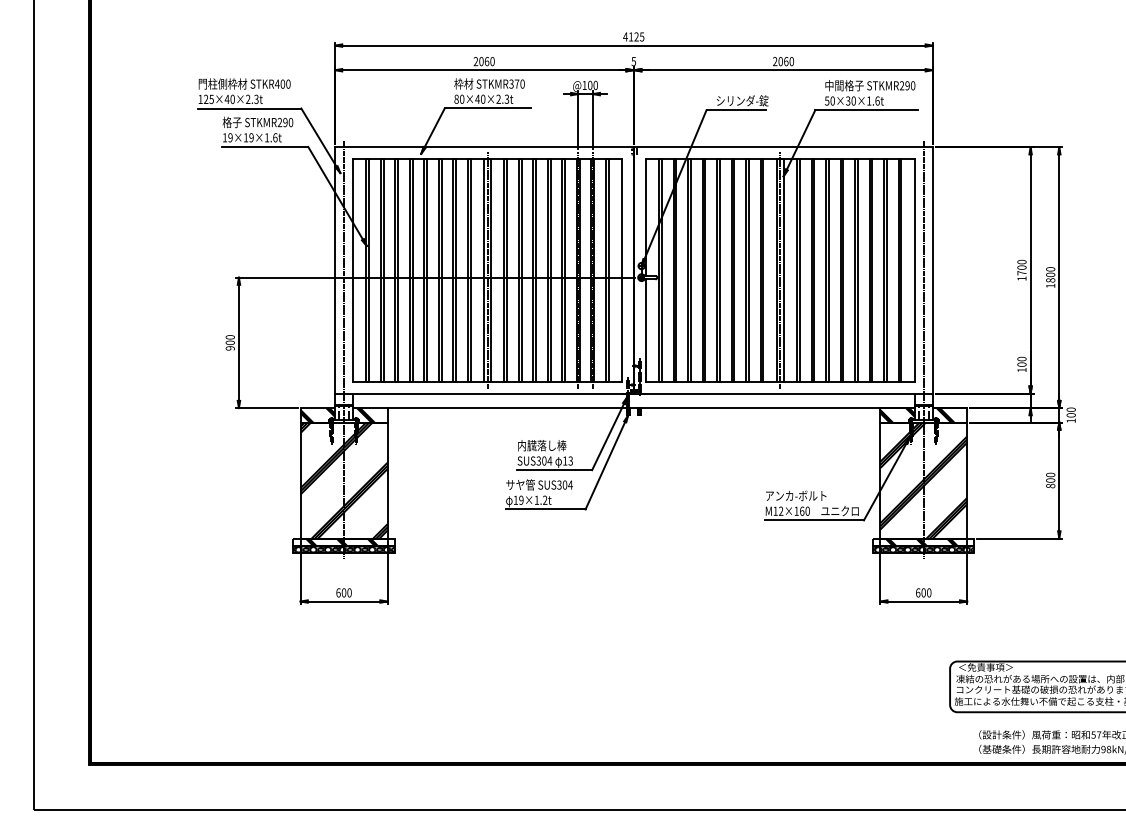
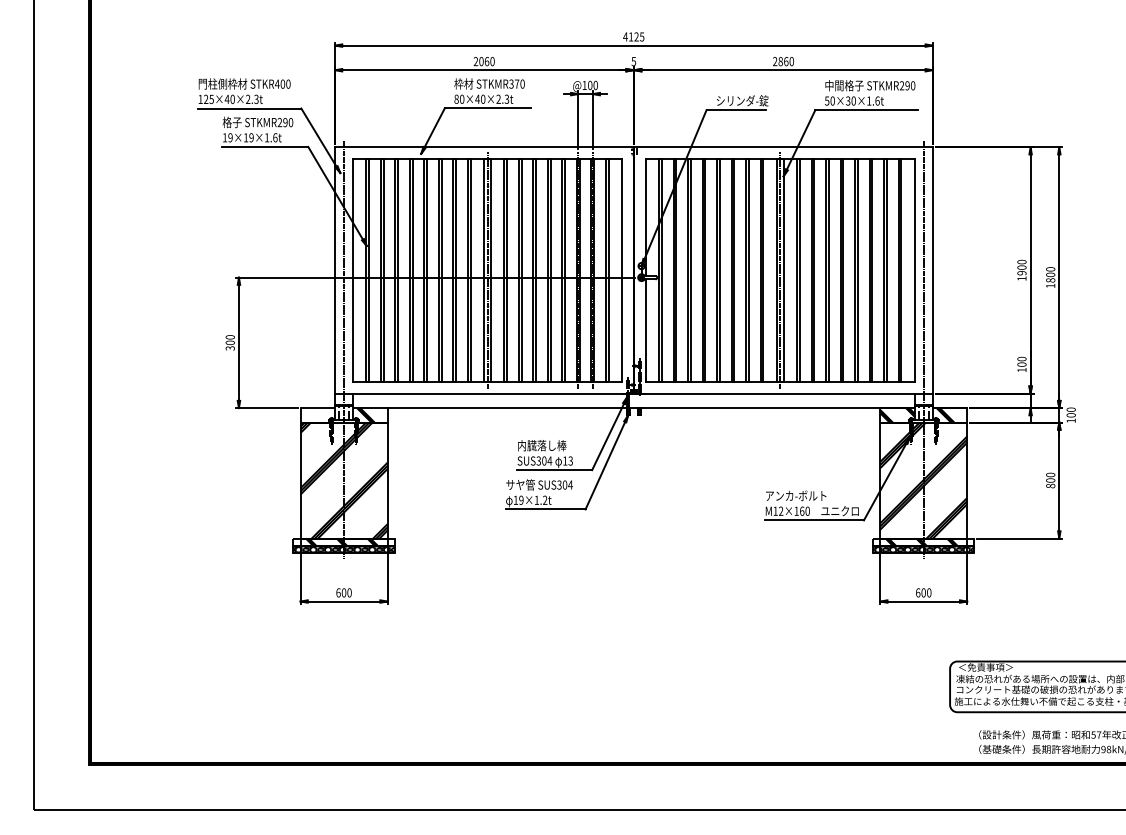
text at (780, 61): 2060 -> 2860
text at (1021, 273): 1700 -> 1900
text at (230, 348): 900 -> 300
hatch at (317, 415): present -> none
